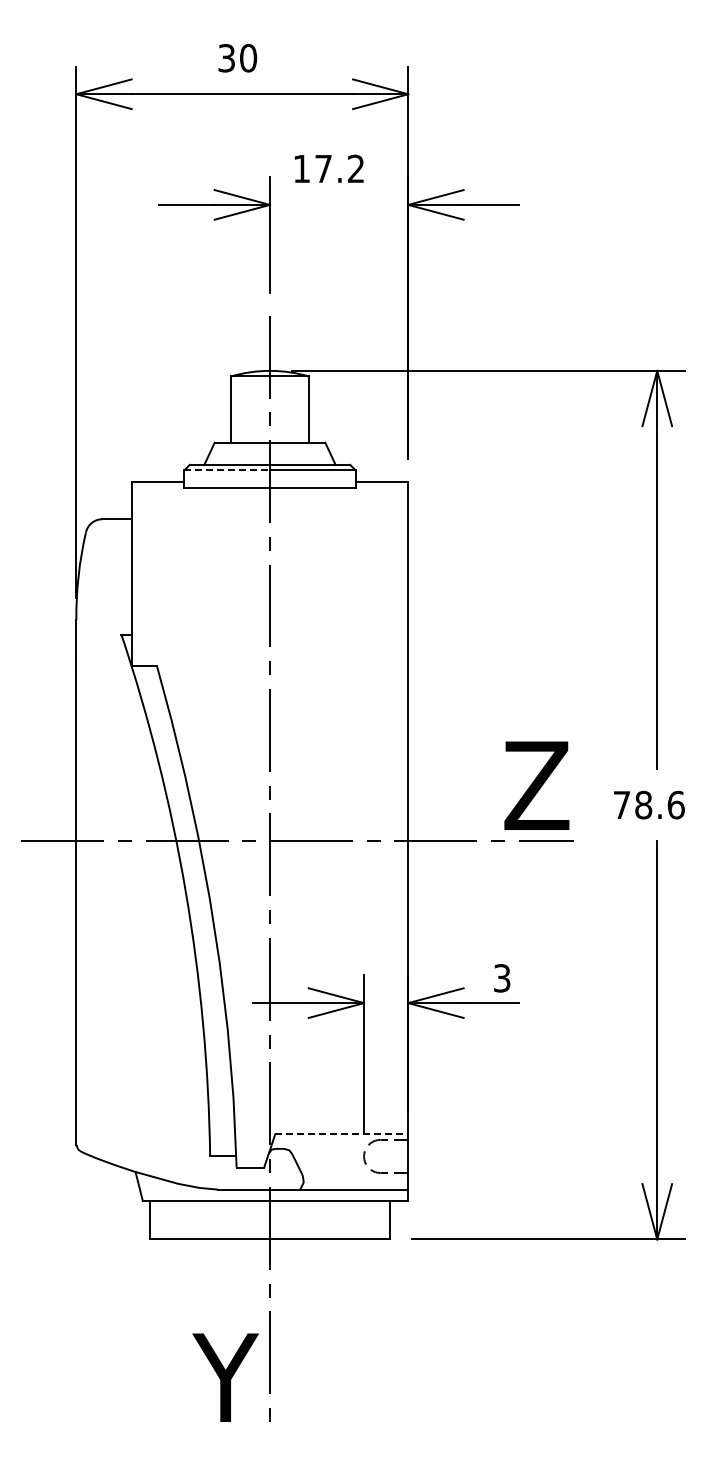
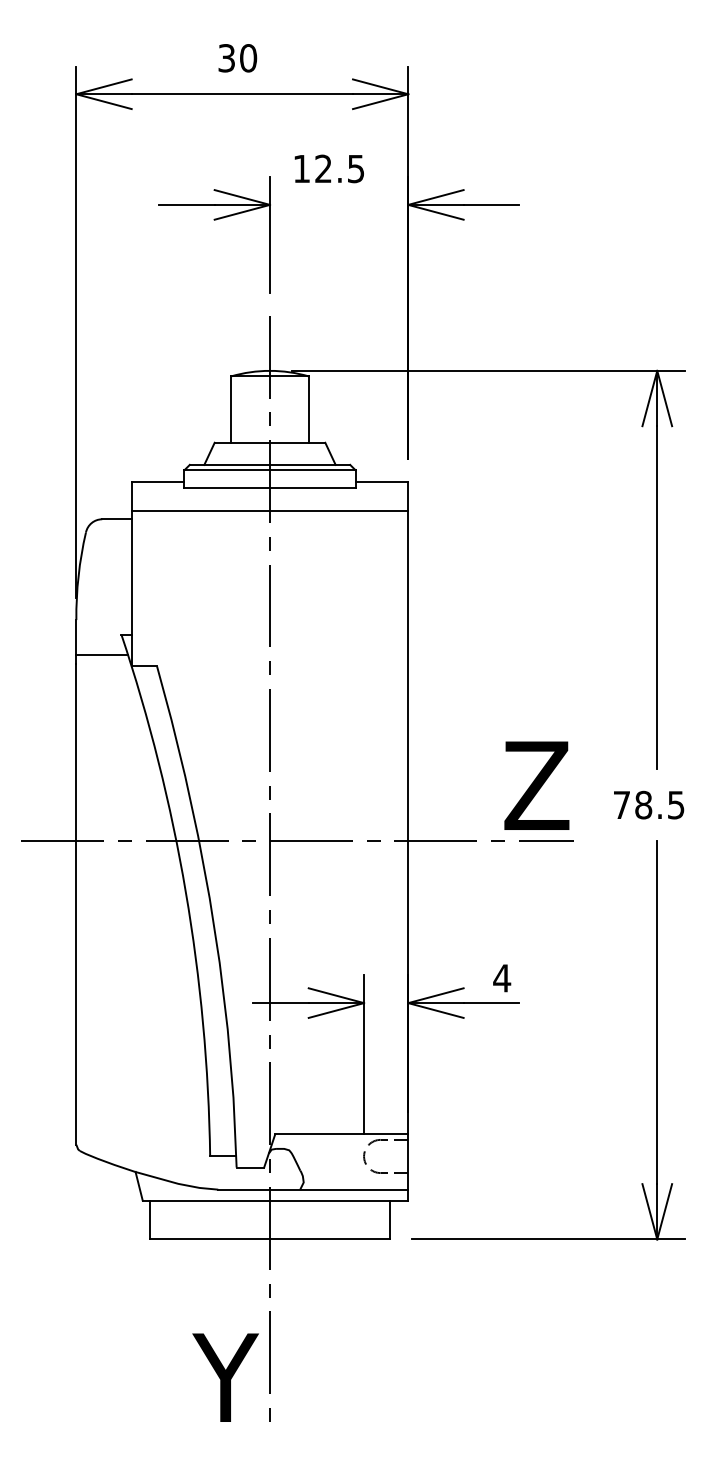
text at (339, 168): 17.2 -> 12.5
line at (227, 470): dashed -> solid
line at (269, 511): none -> present
line at (102, 655): none -> present
text at (675, 804): 78.6 -> 78.5
text at (502, 978): 3 -> 4
line at (341, 1134): dashed -> solid
